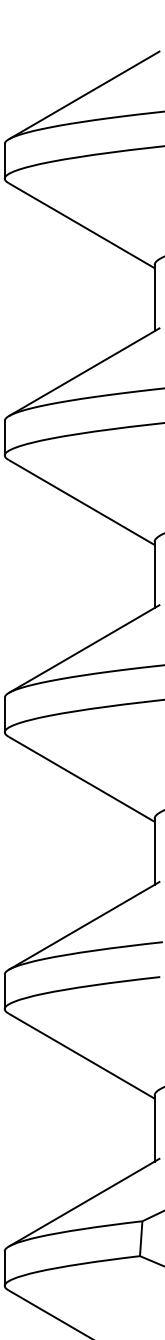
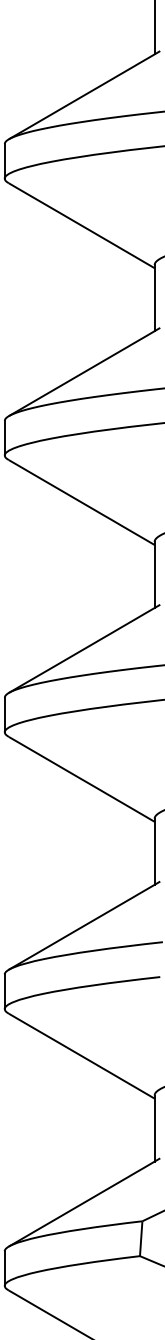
line at (154, 28): none -> present
